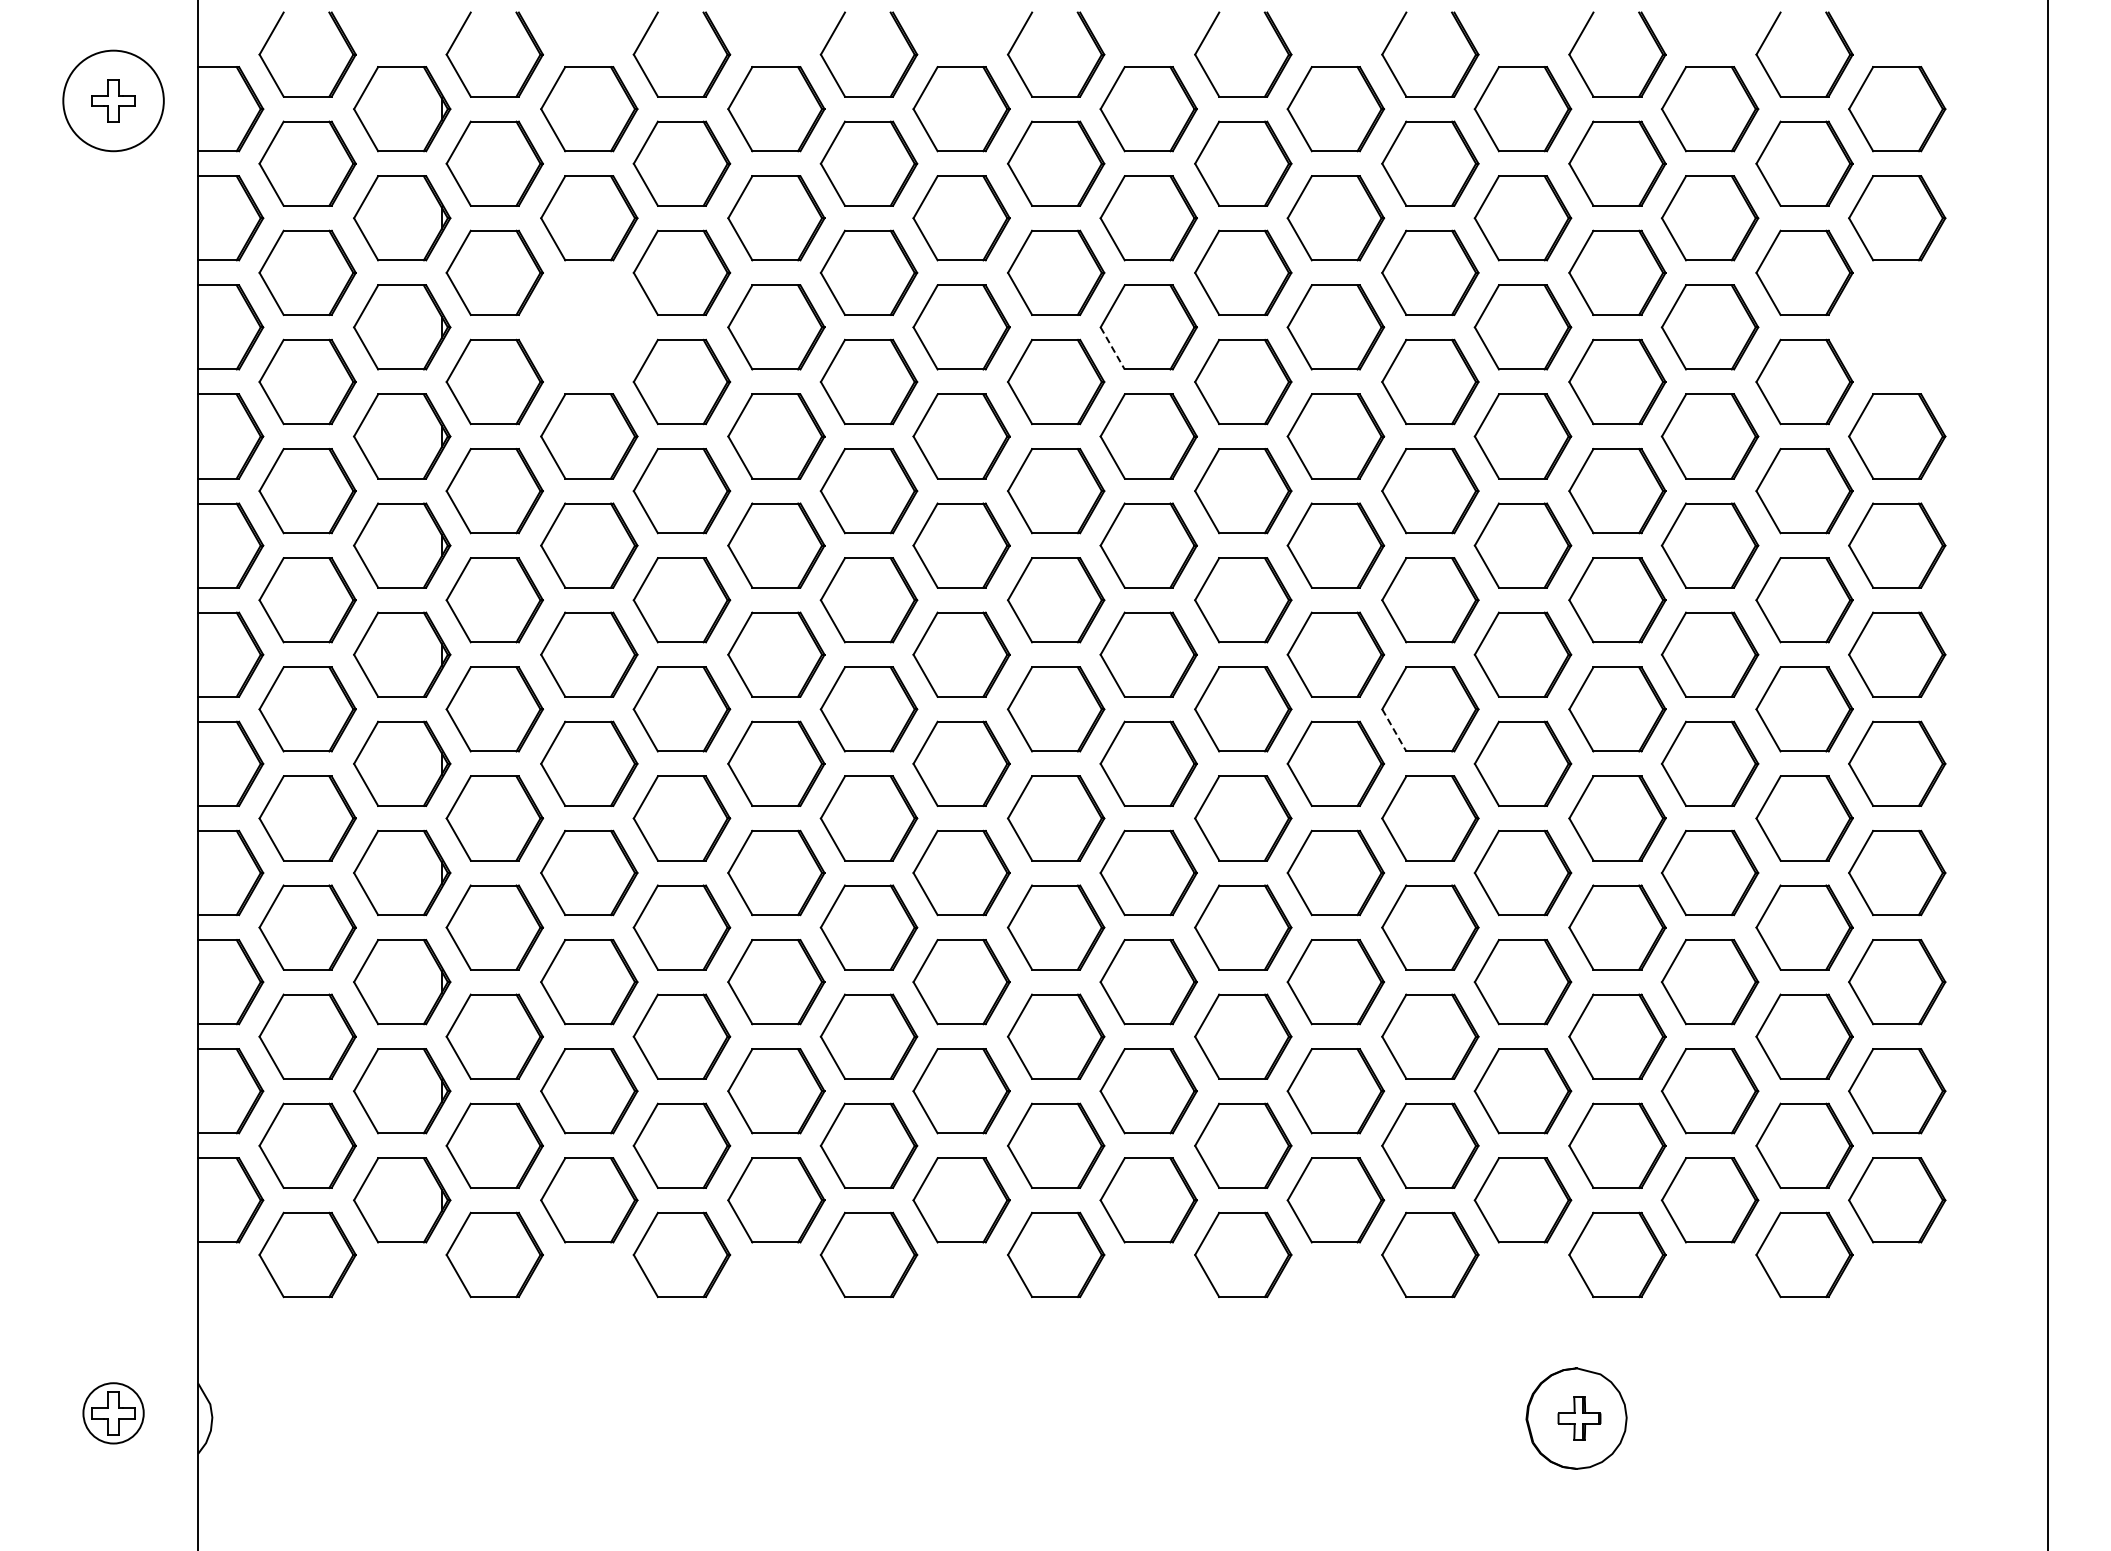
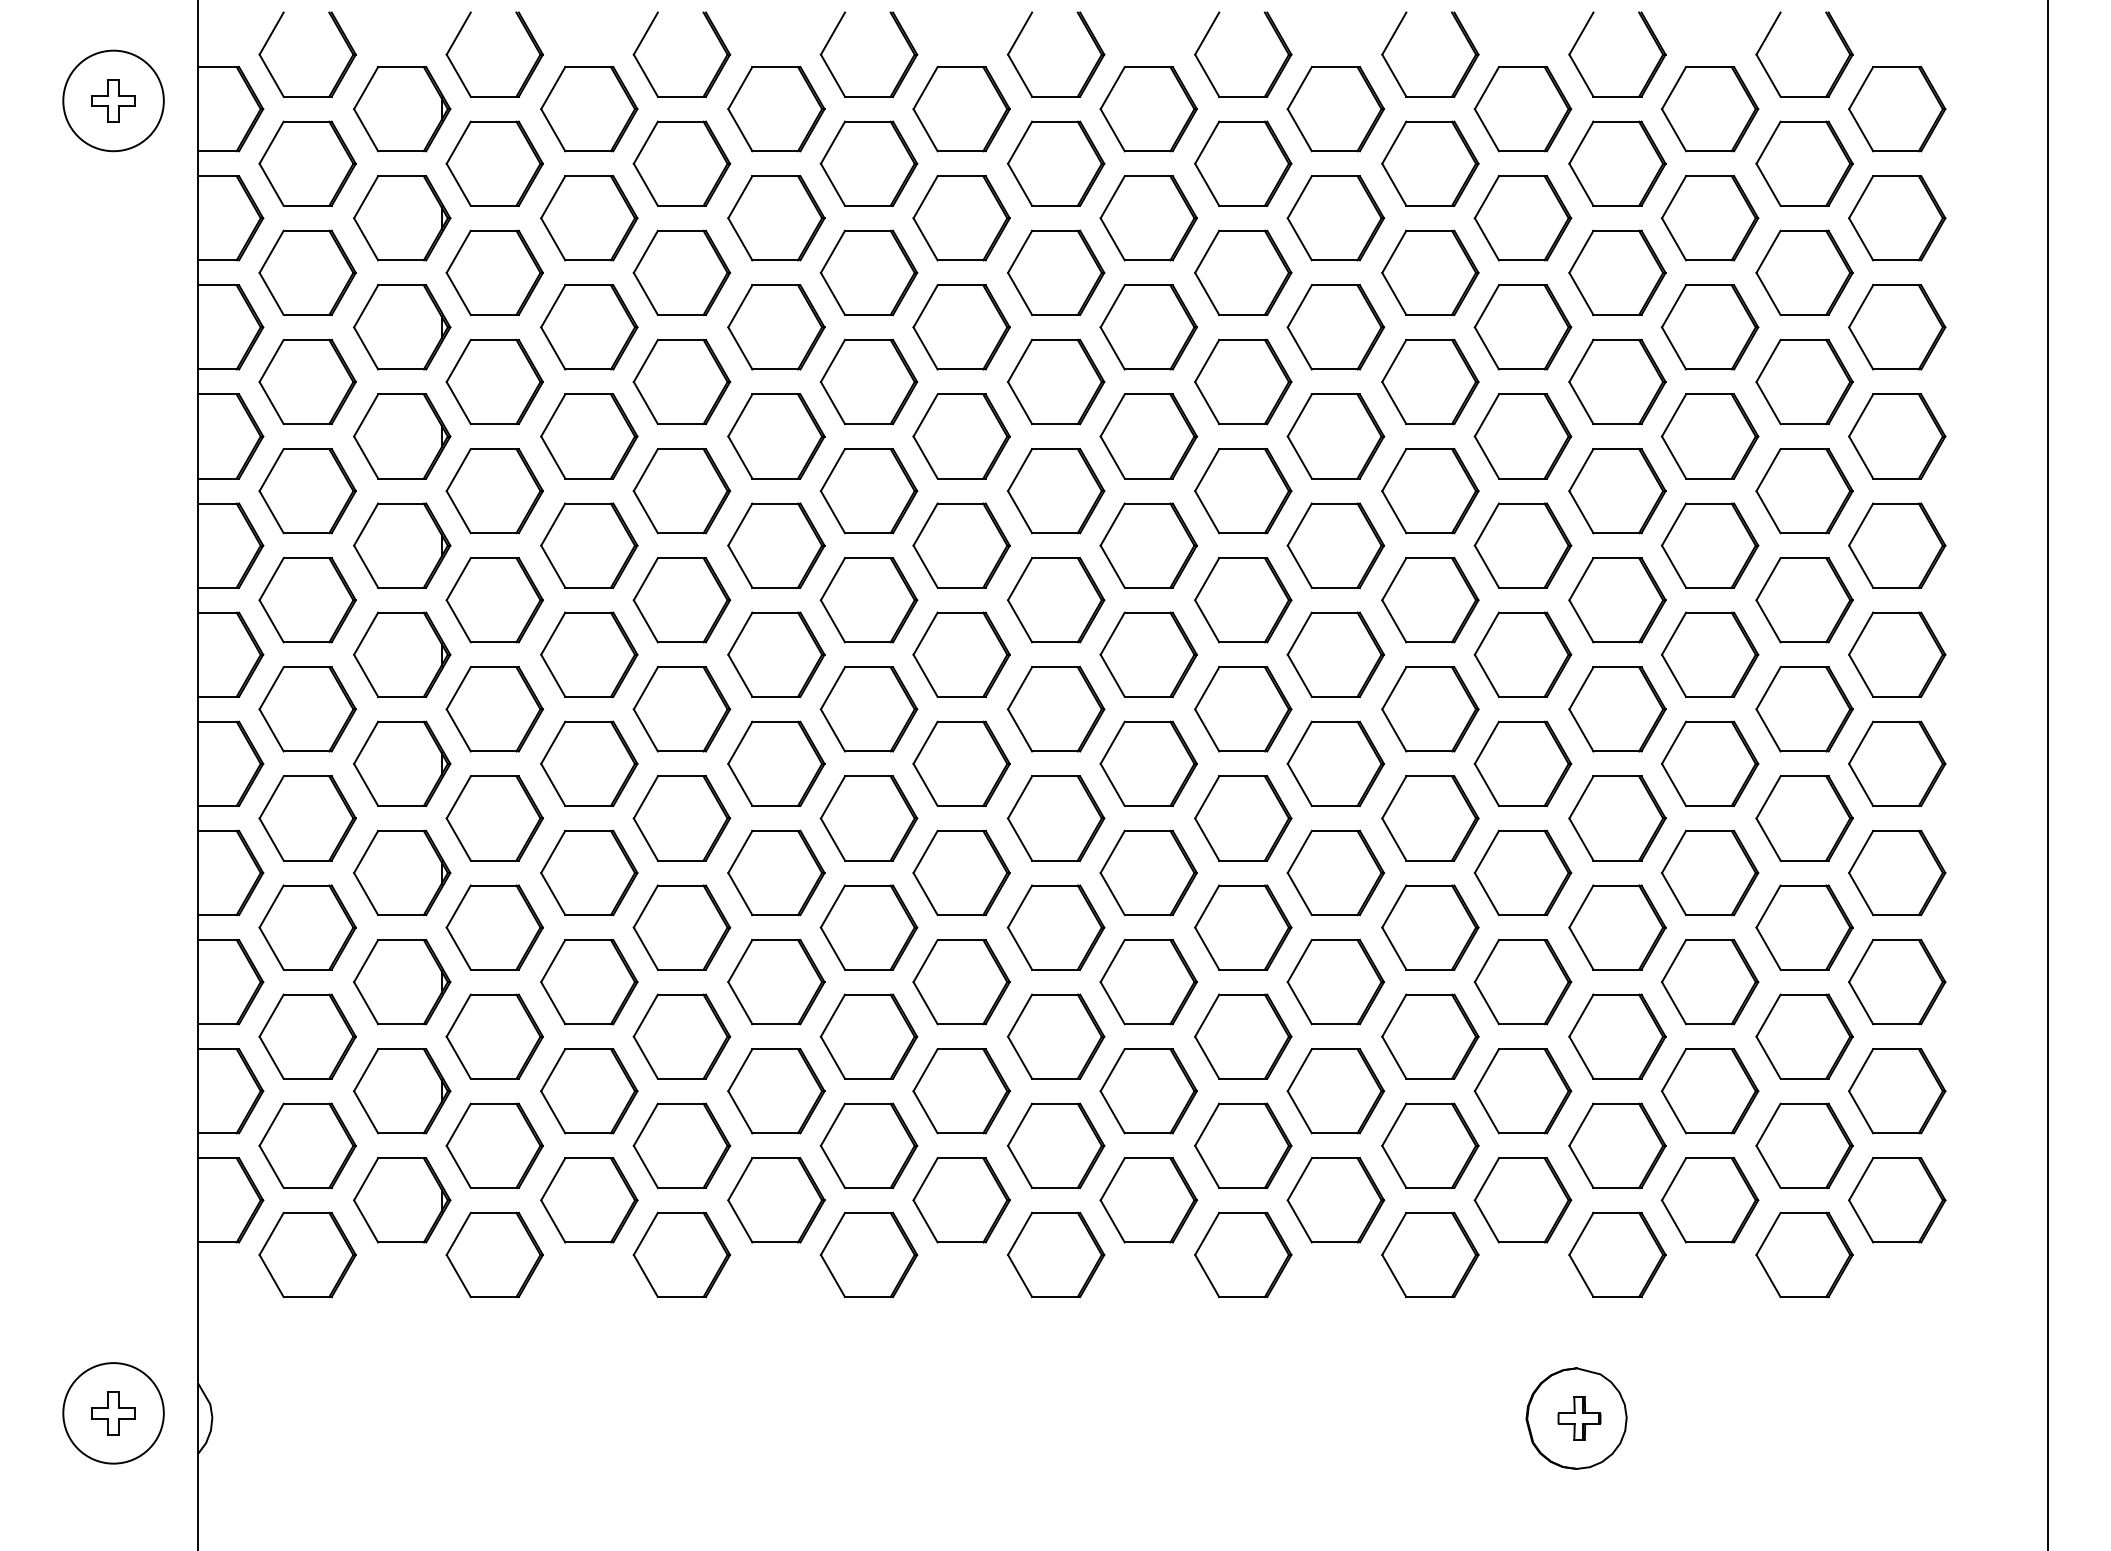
part at (589, 327): none -> present
part at (1897, 327): none -> present
line at (1112, 348): dashed -> solid
line at (1394, 730): dashed -> solid
circle at (113, 1413) diameter: 60 px -> 101 px
